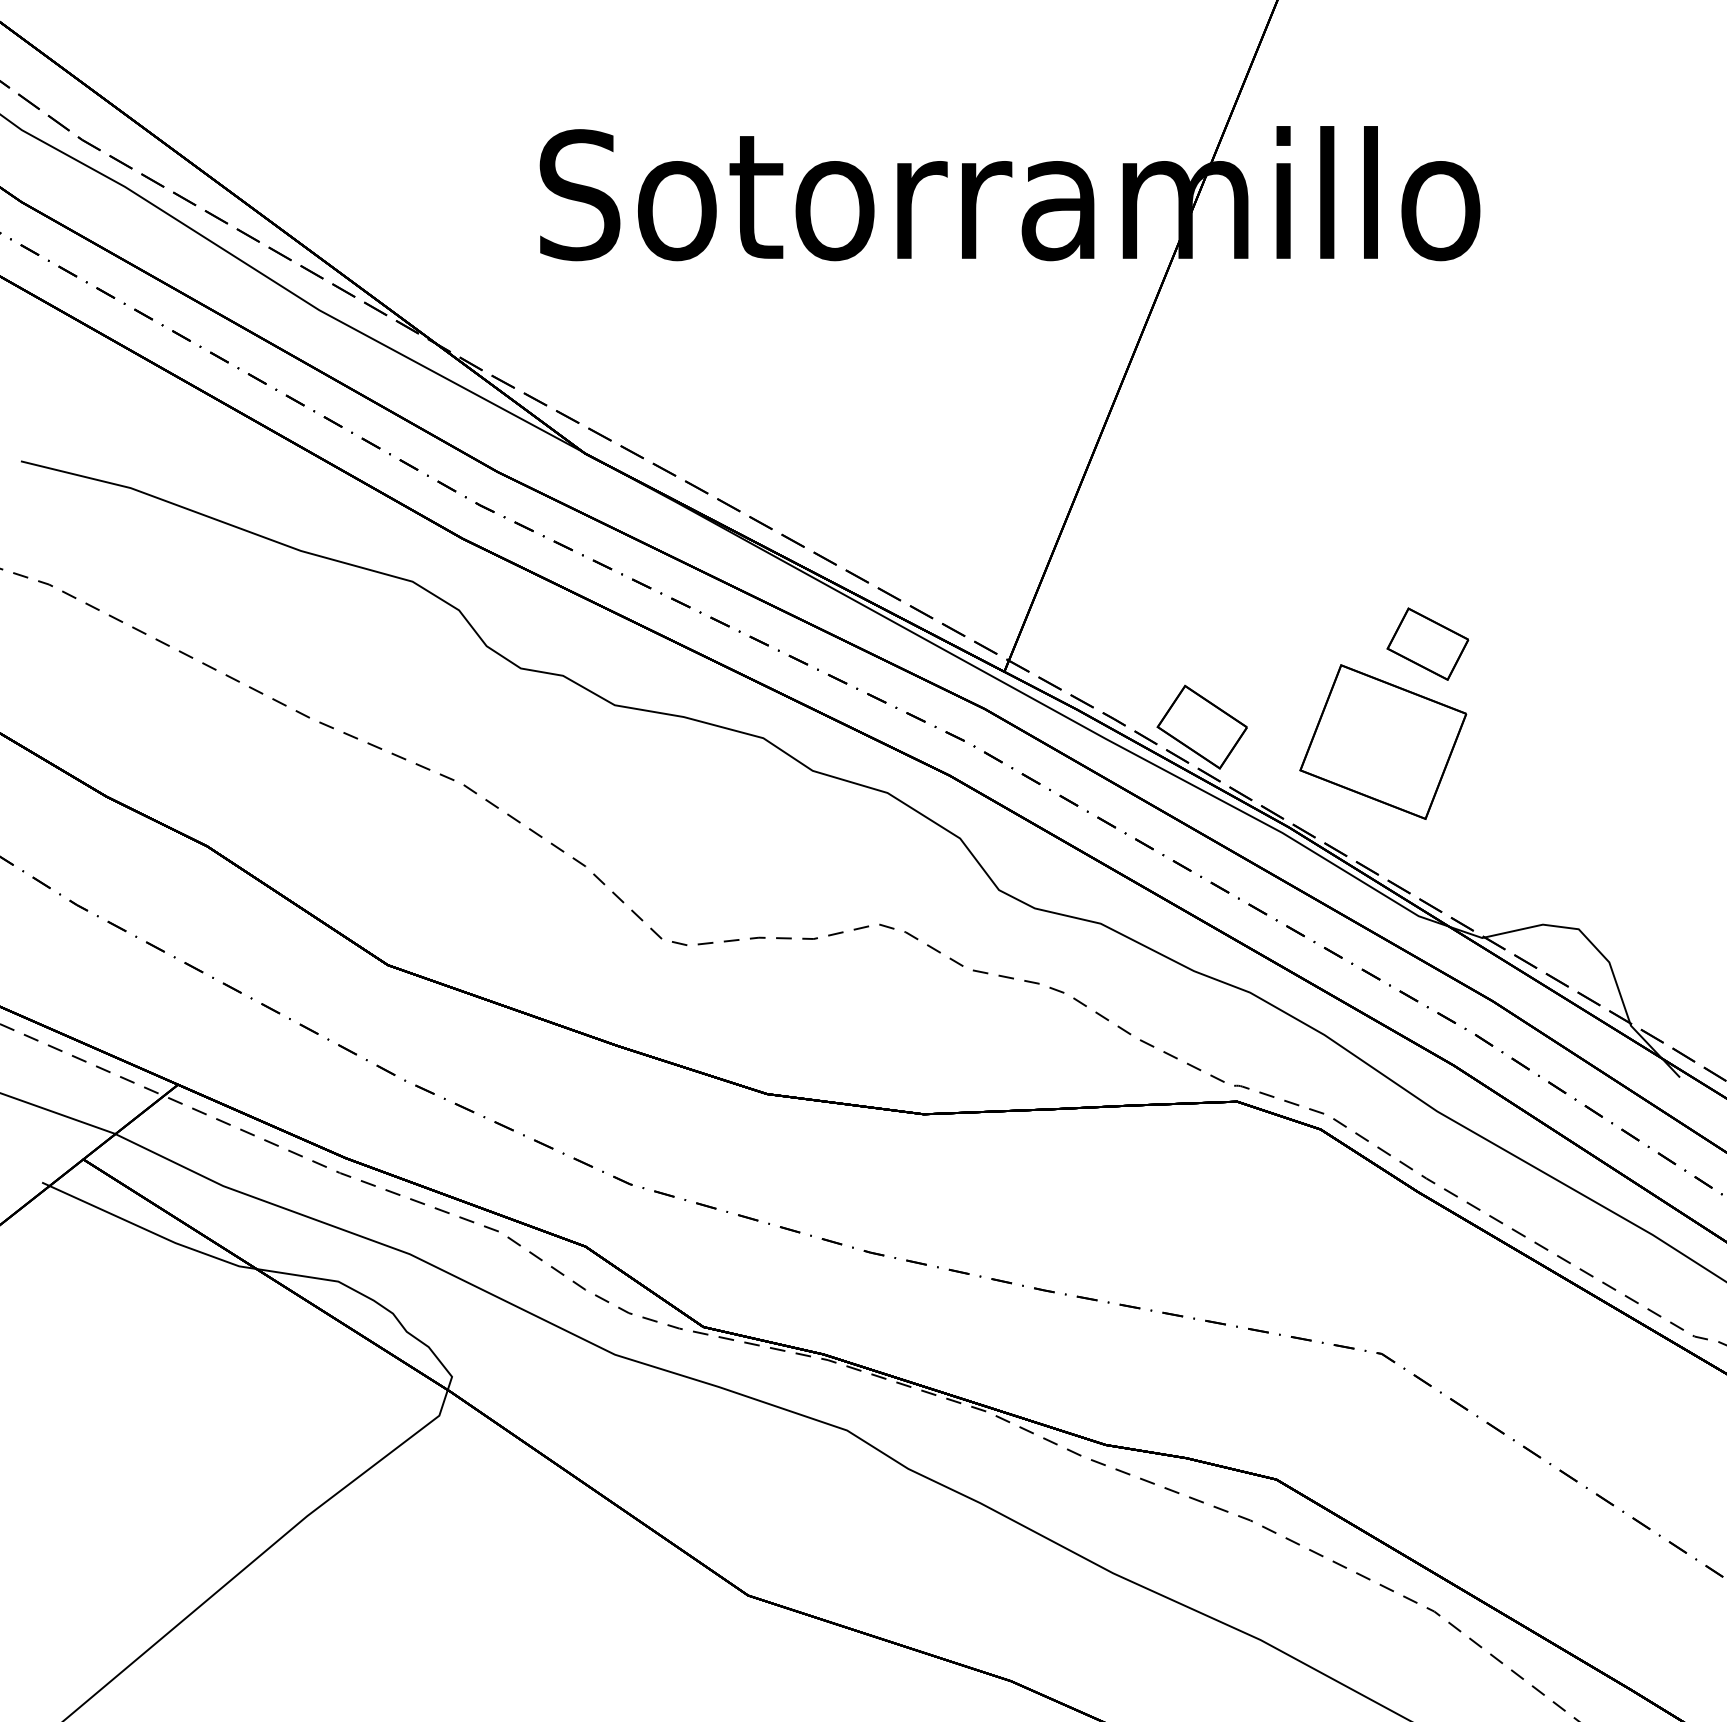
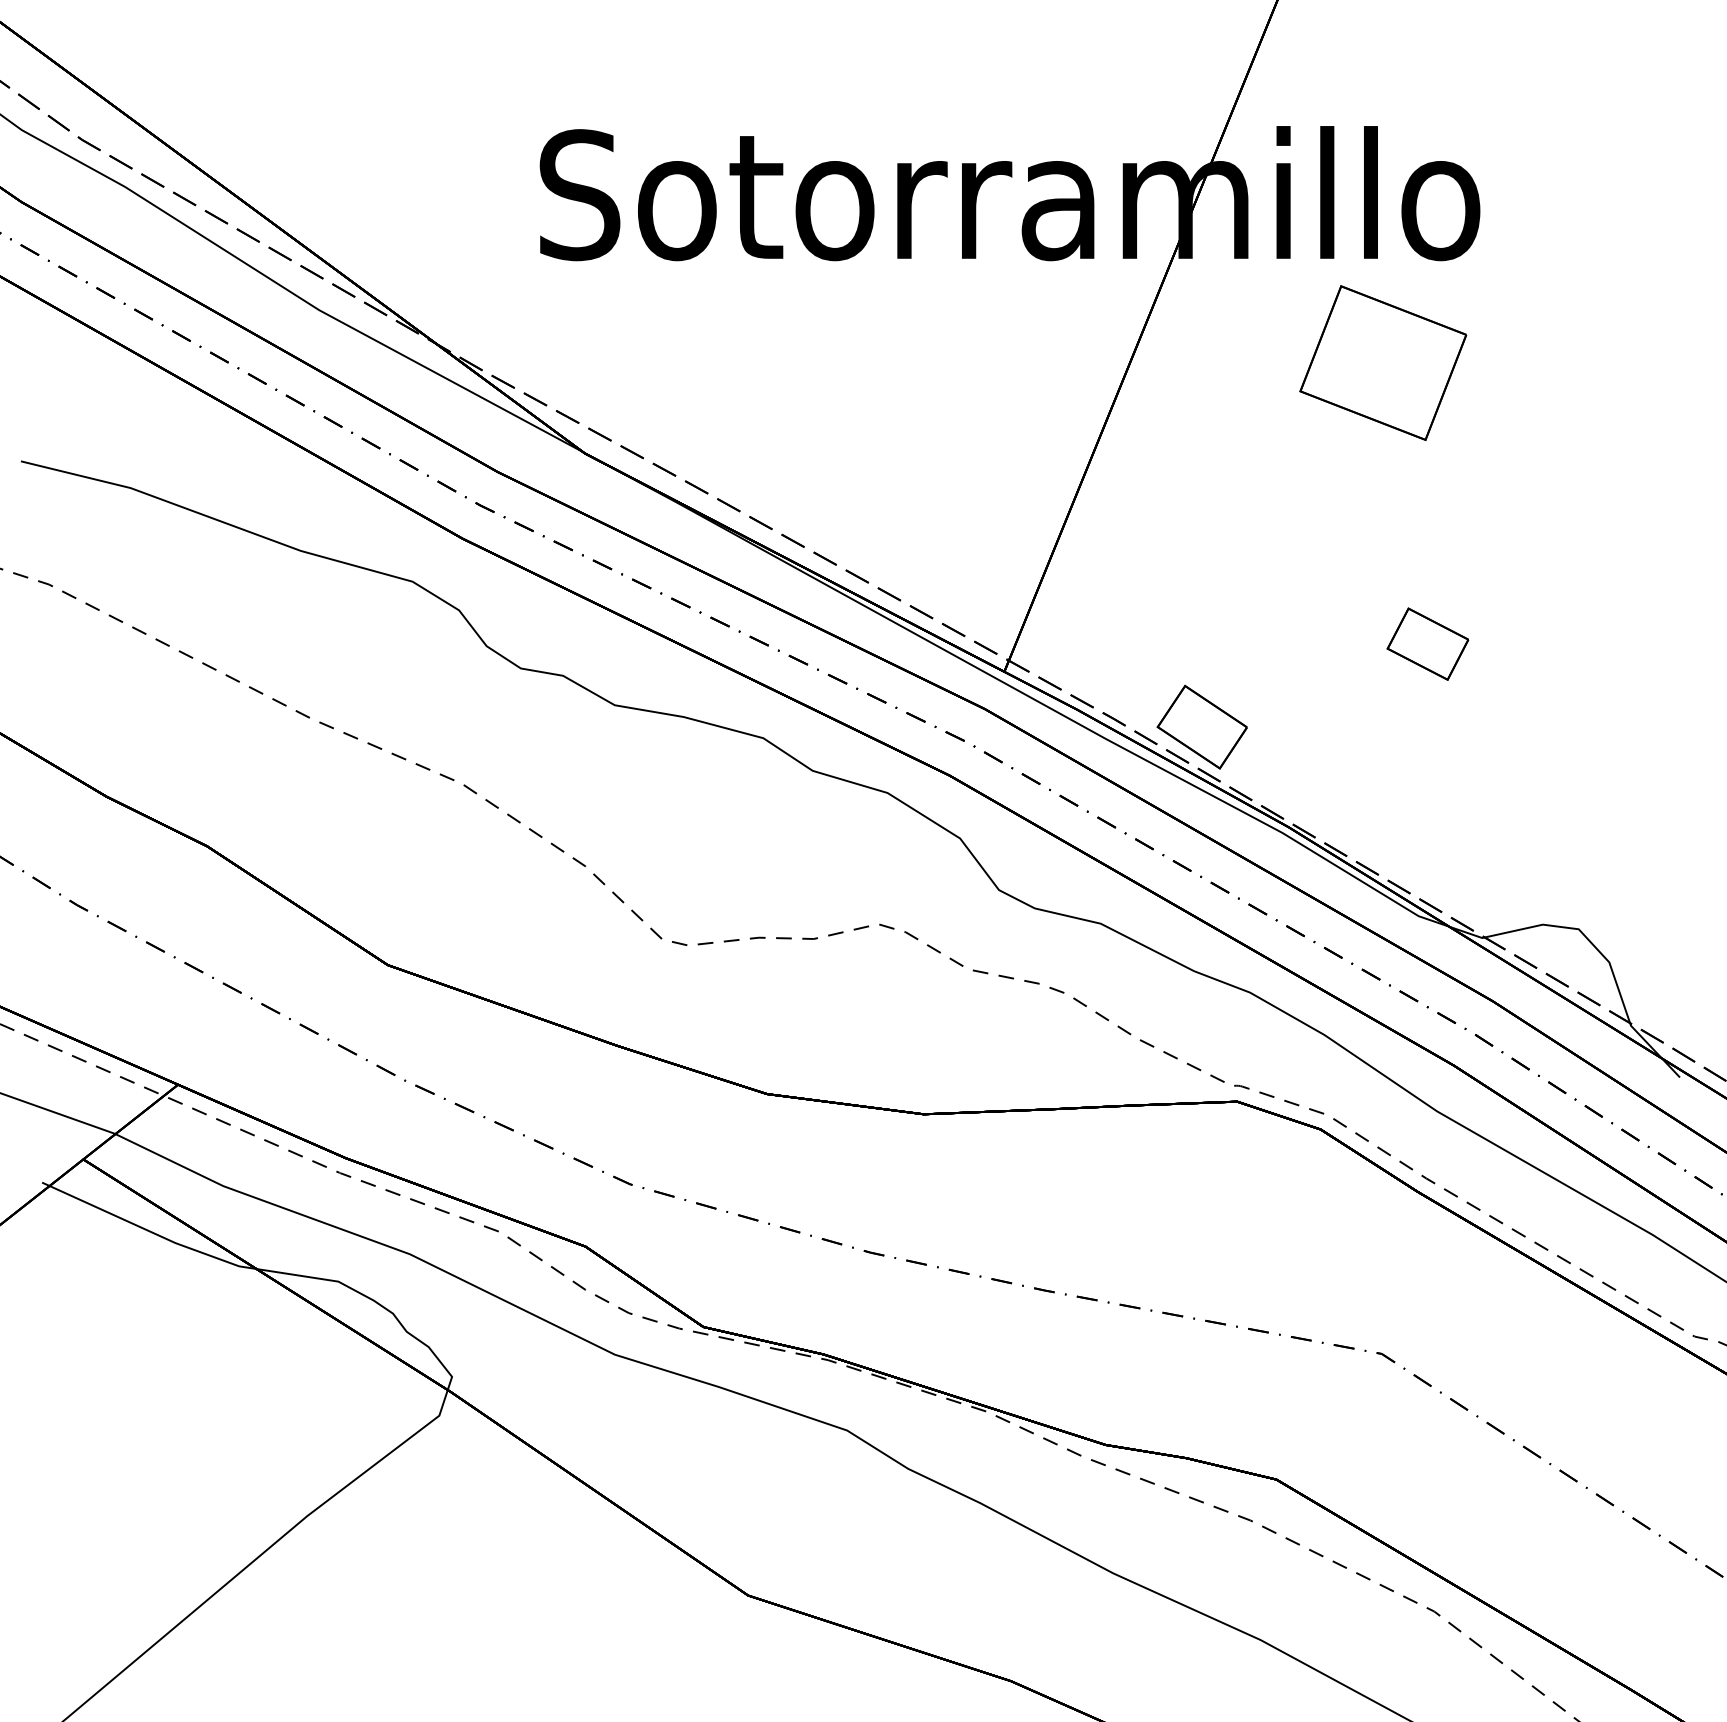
part at (1383, 741) position: (1383, 741) -> (1383, 362)
